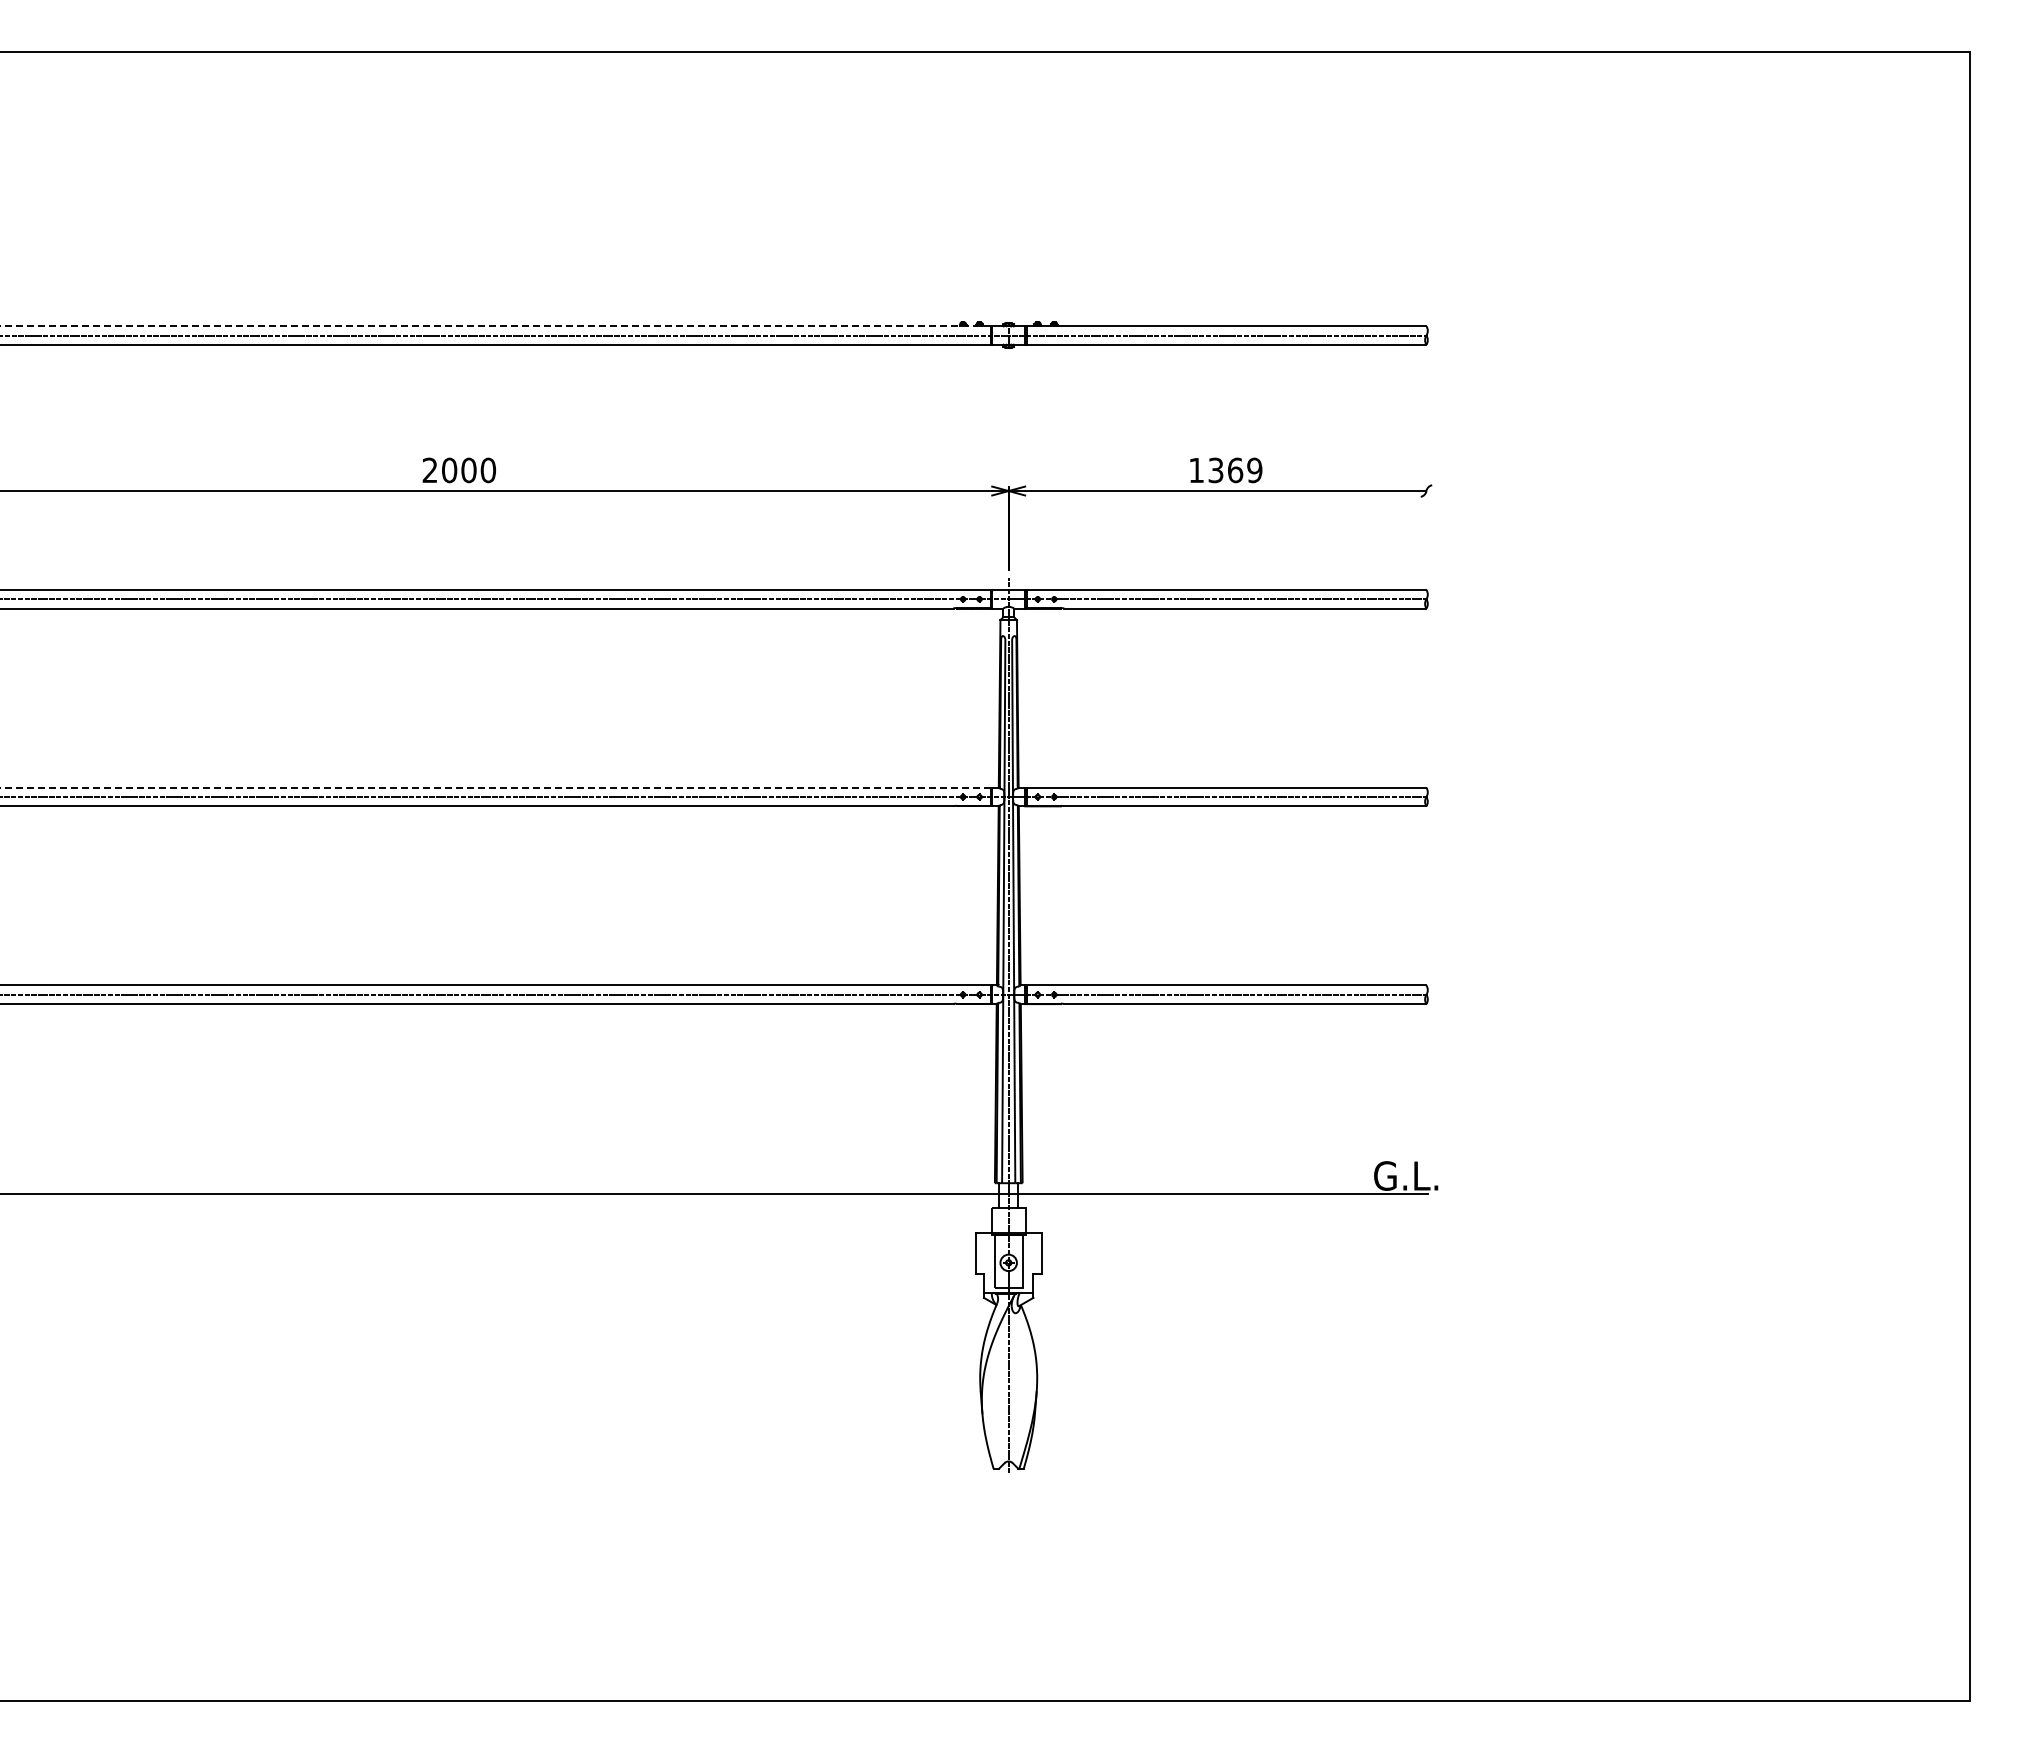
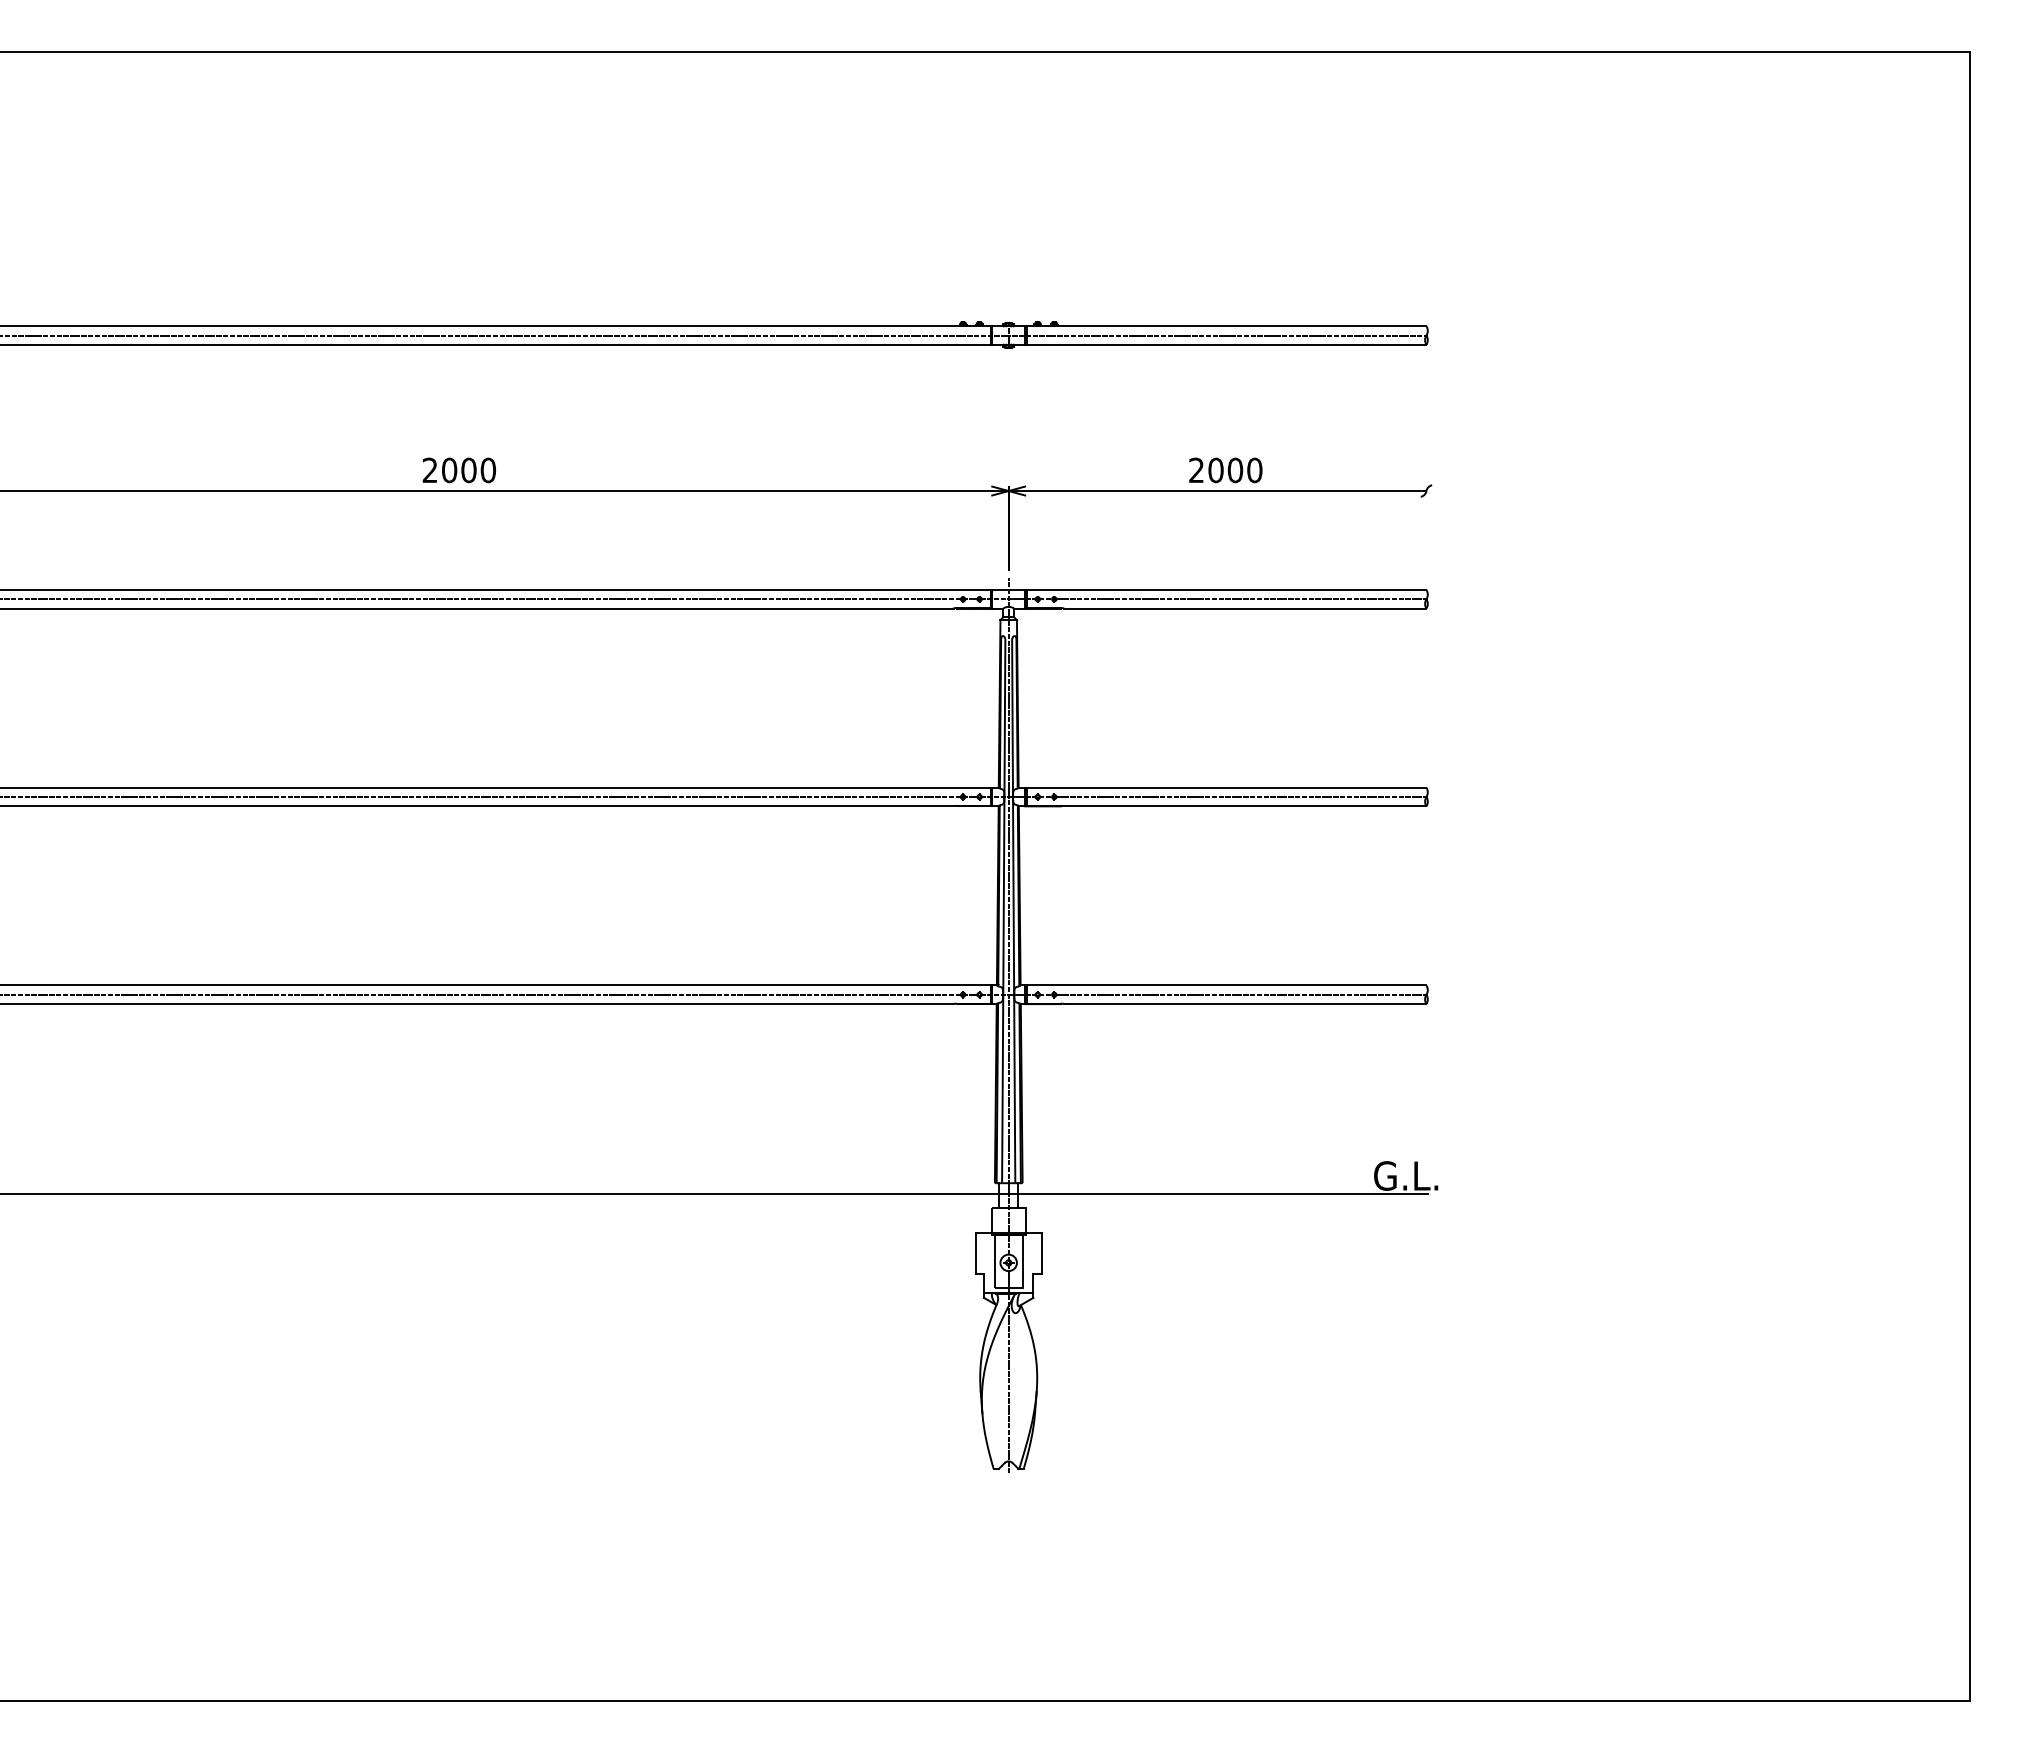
line at (494, 326): dashed -> solid
text at (1225, 470): 1369 -> 2000
line at (494, 787): dashed -> solid
